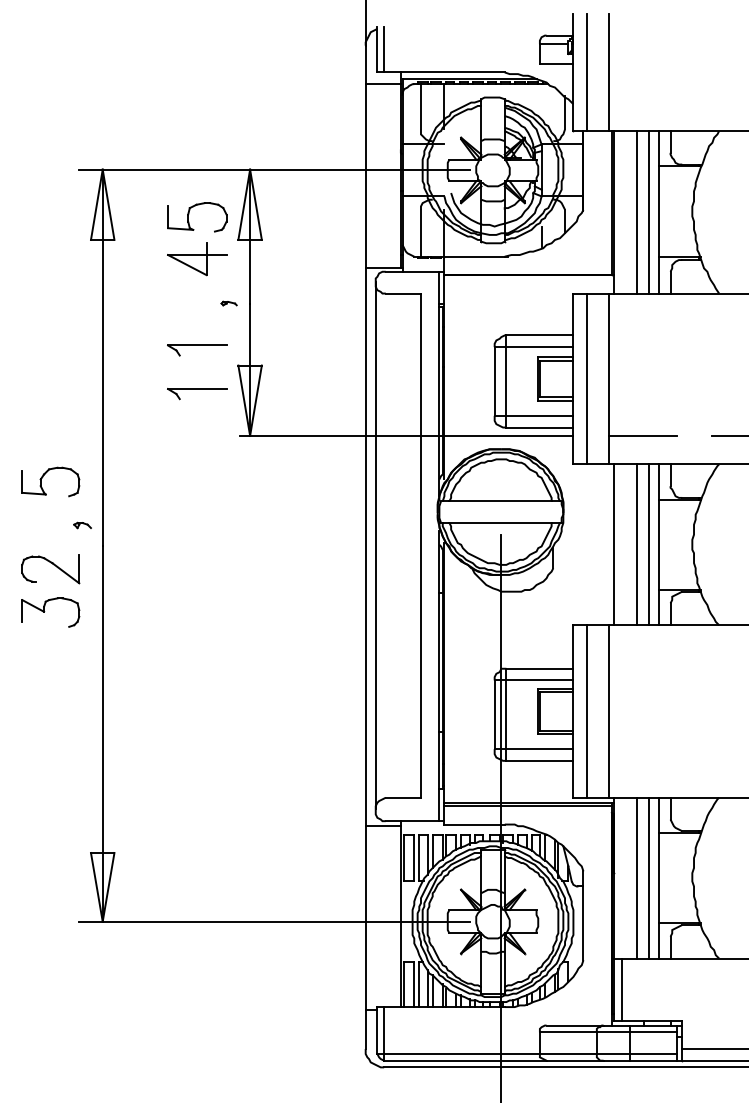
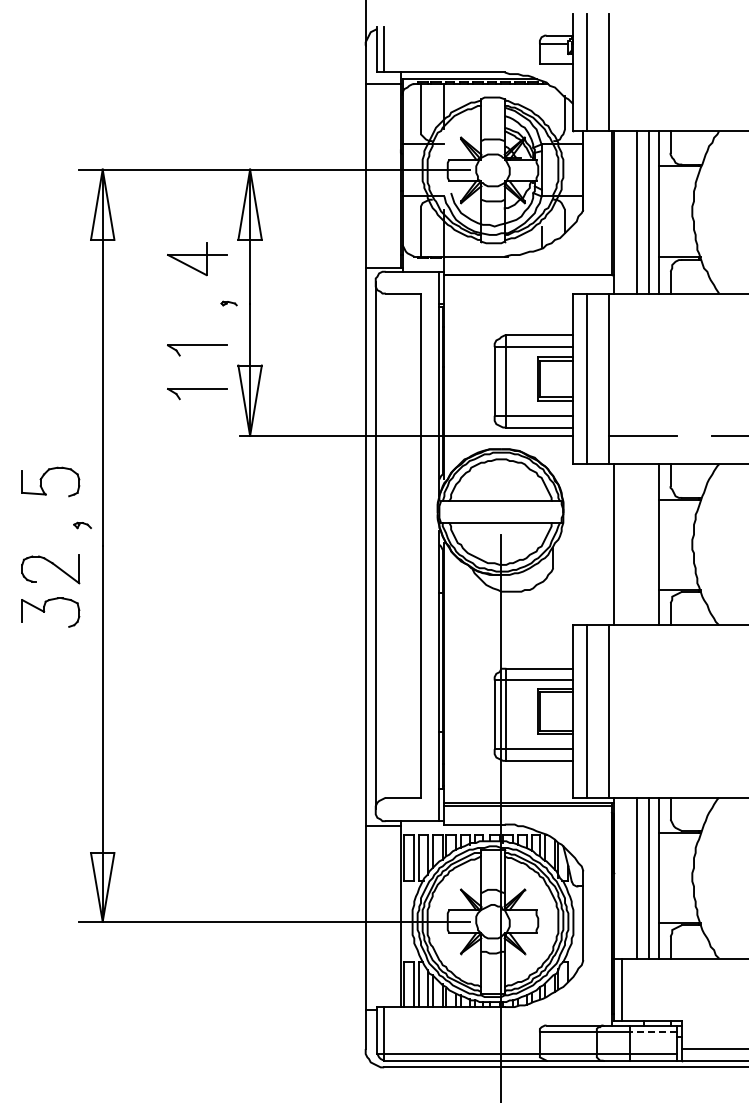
part at (189, 214): present -> none
line at (637, 544): present -> none
line at (648, 544): present -> none
line at (653, 1032): solid -> dashed
